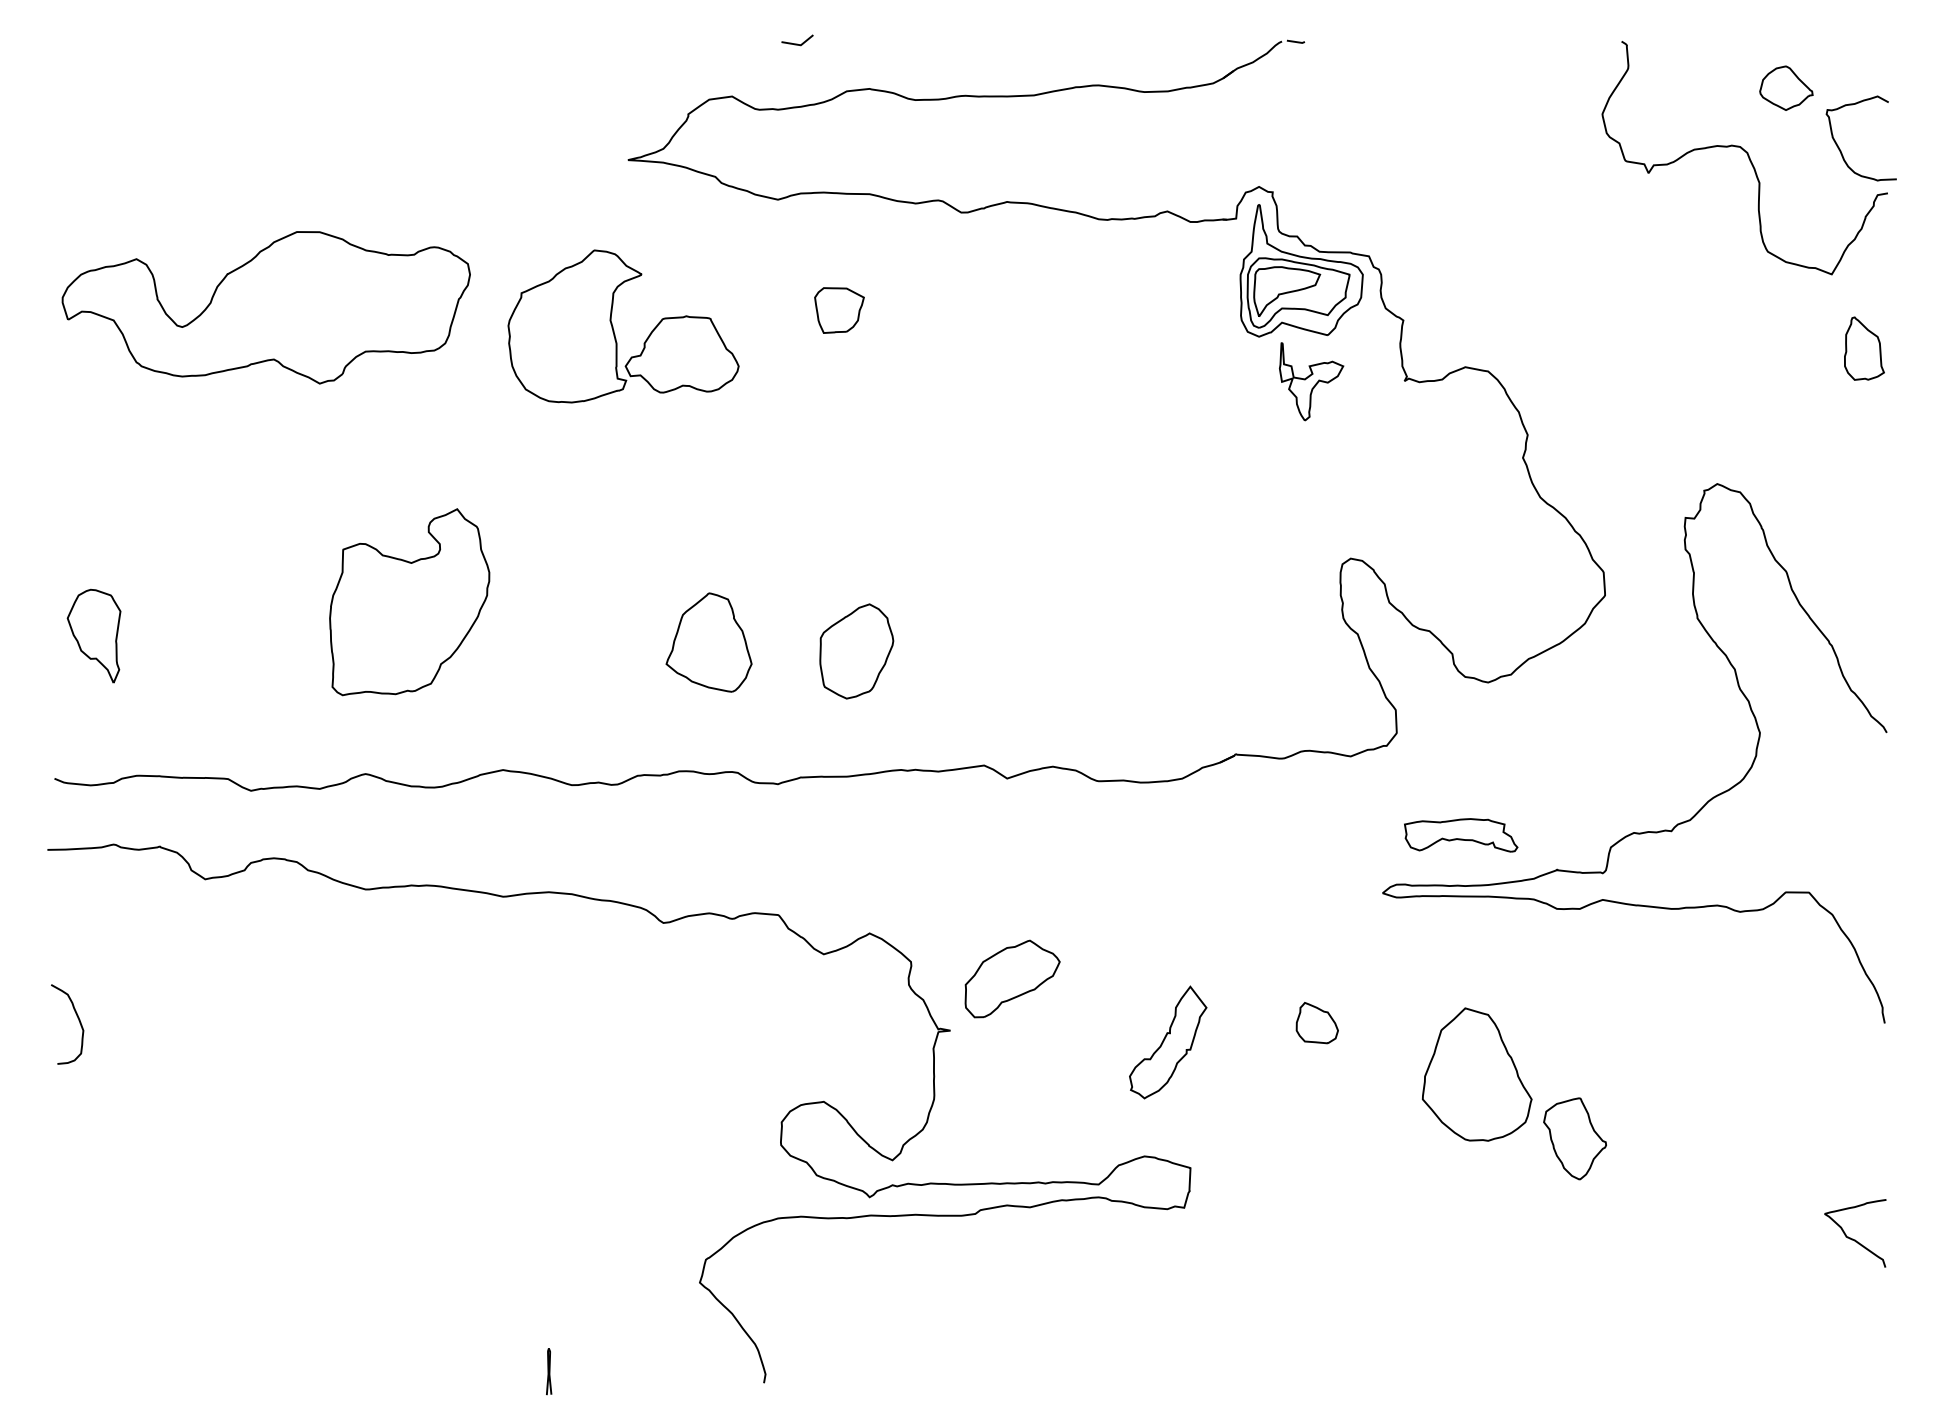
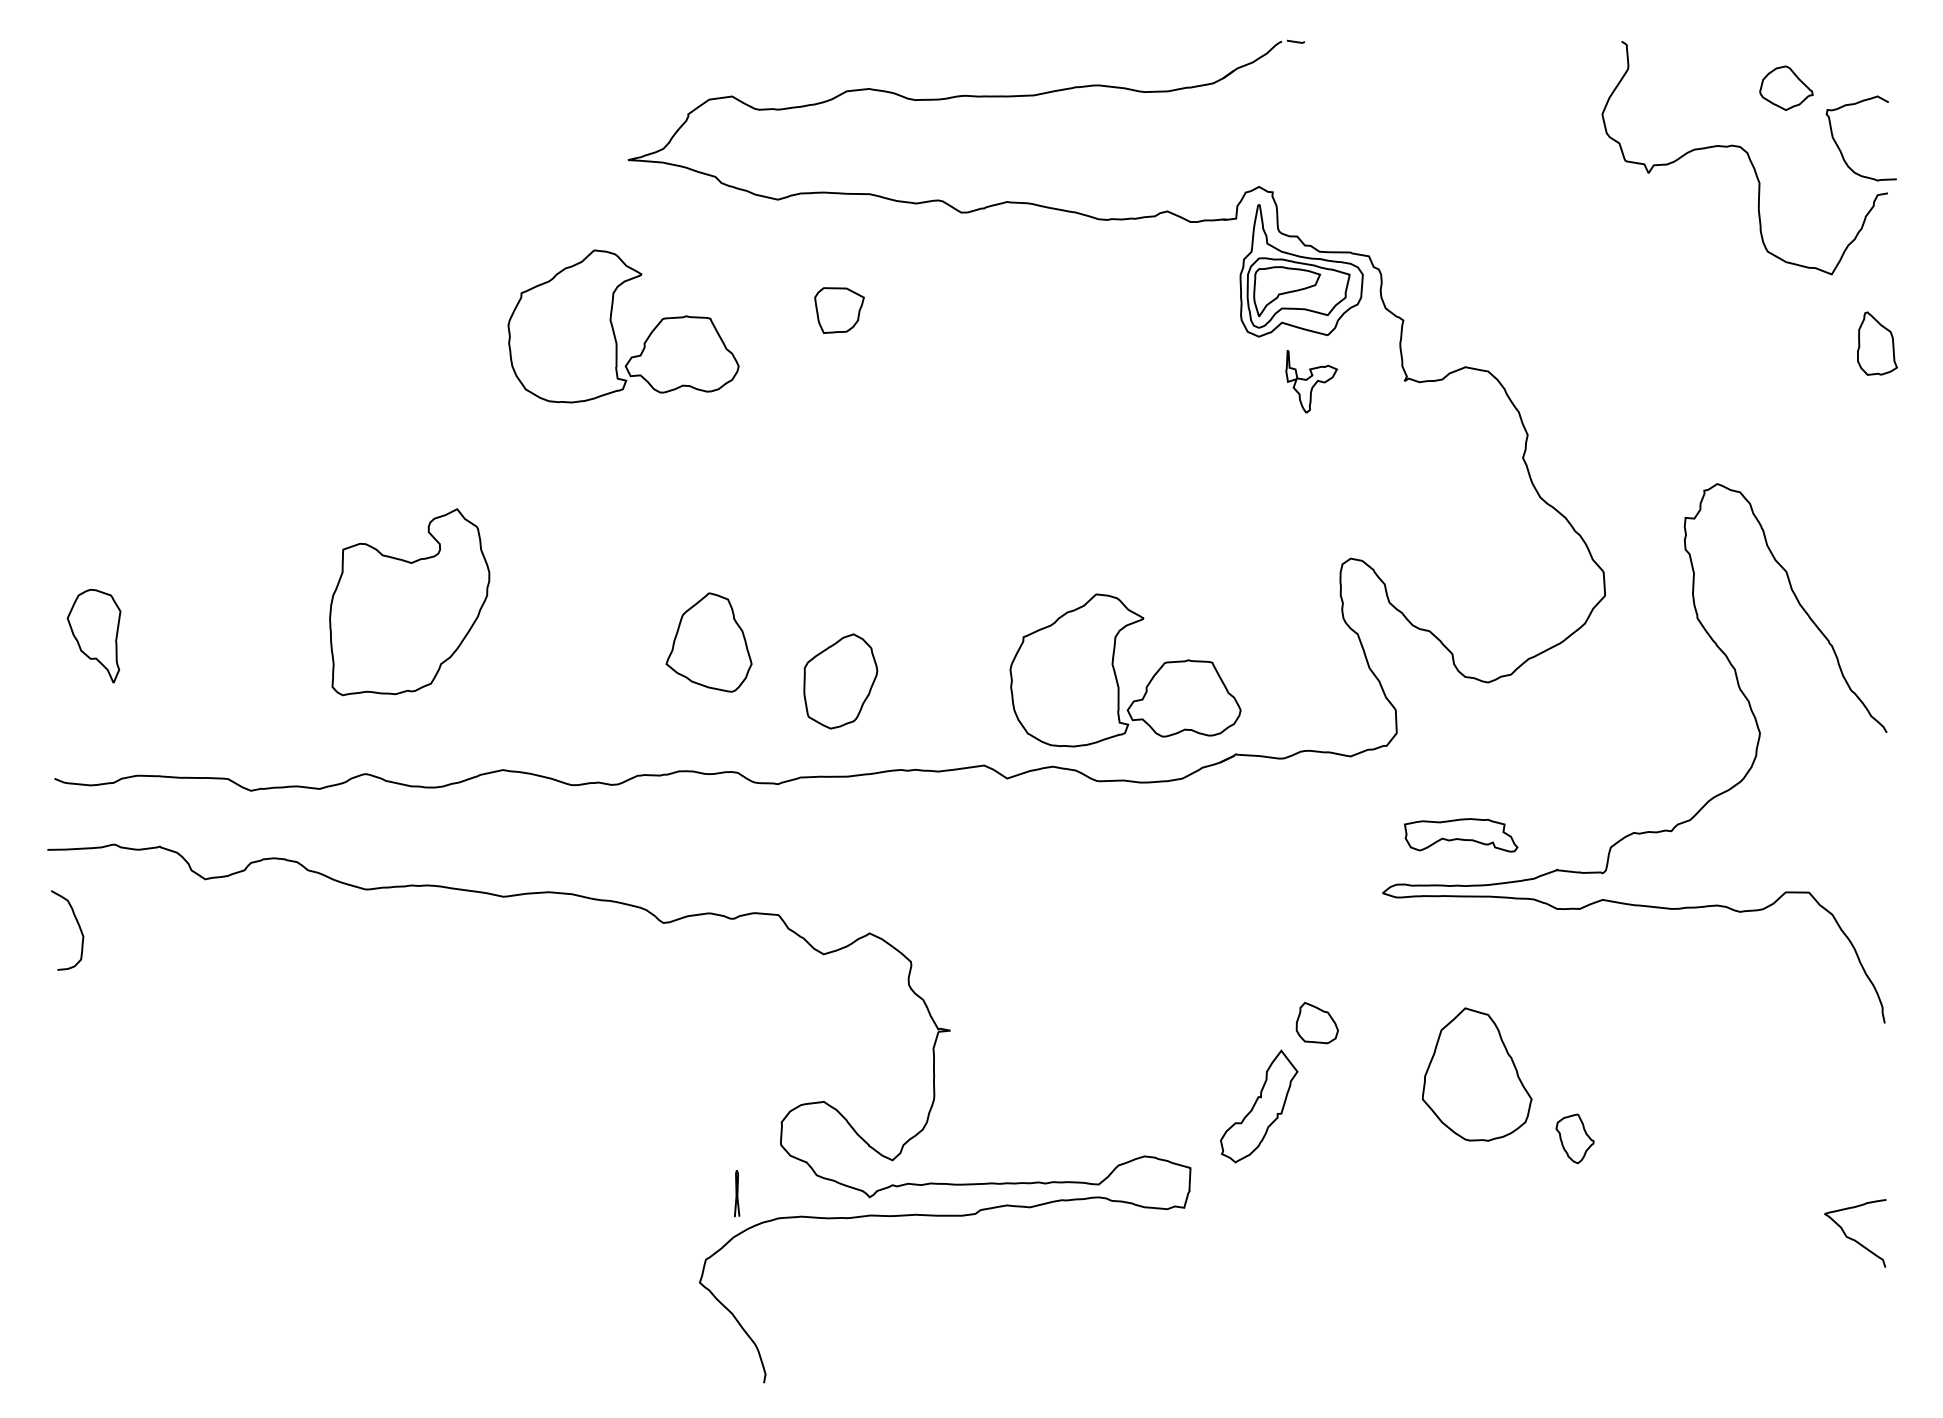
line at (797, 43): present -> none
part at (265, 307): present -> none
part at (1864, 348) position: (1864, 348) -> (1877, 343)
part at (1311, 381) size: 66x80 px -> 53x64 px
part at (856, 651) position: (856, 651) -> (840, 681)
part at (1116, 674): none -> present
part at (1012, 978): present -> none
curve at (77, 1018) position: (77, 1018) -> (77, 924)
part at (1168, 1042) position: (1168, 1042) -> (1259, 1106)
part at (1574, 1138) size: 64x84 px -> 40x51 px
curve at (549, 1371) position: (549, 1371) -> (737, 1193)
